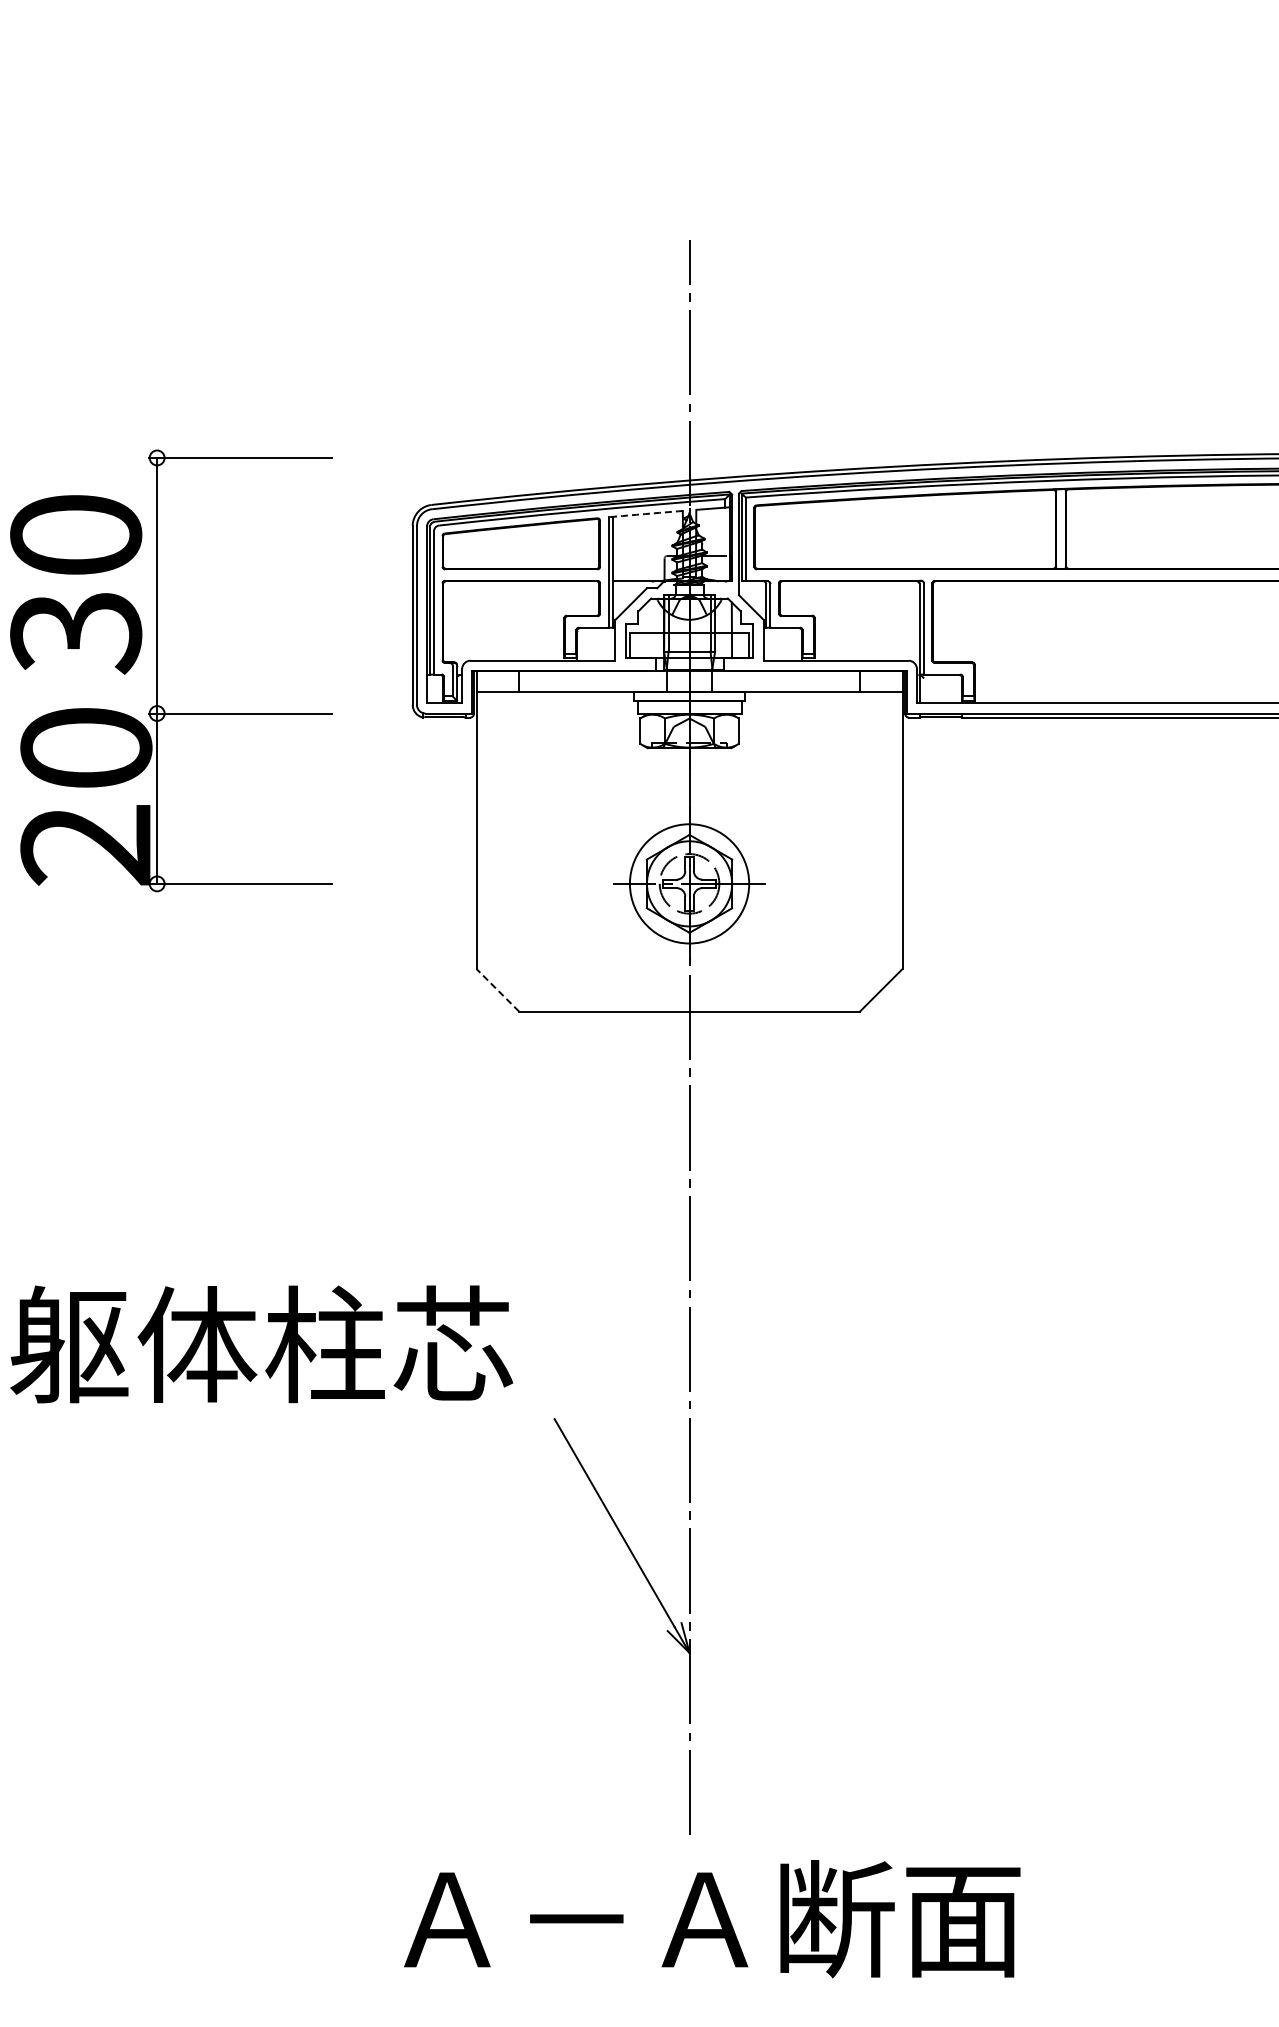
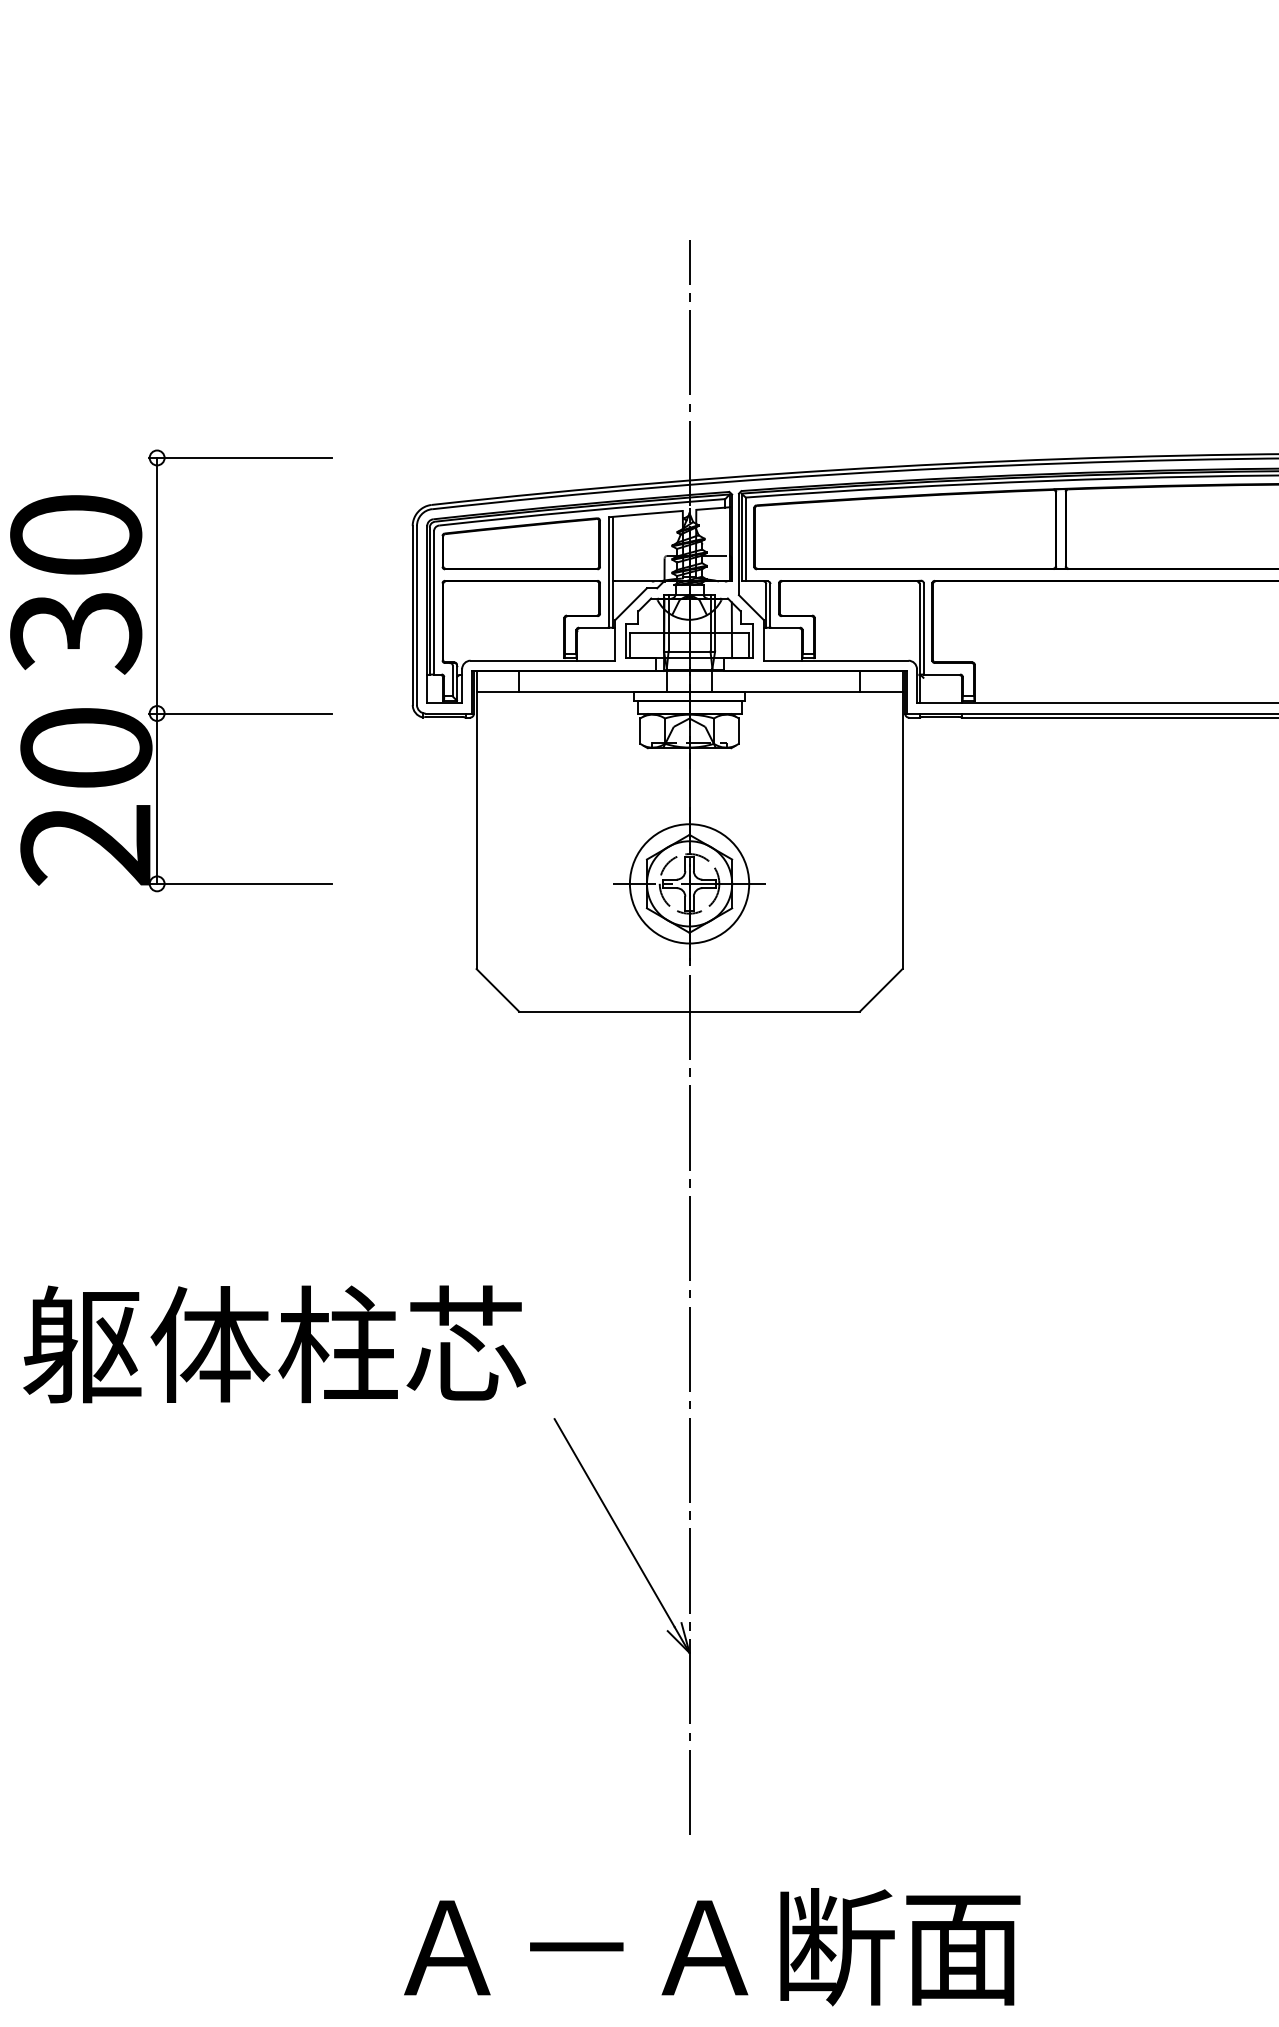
arc at (645, 514): dashed -> solid
line at (497, 990): dashed -> solid
text at (261, 1344) position: (261, 1344) -> (274, 1344)
text at (712, 1919) position: (712, 1919) -> (712, 1947)
